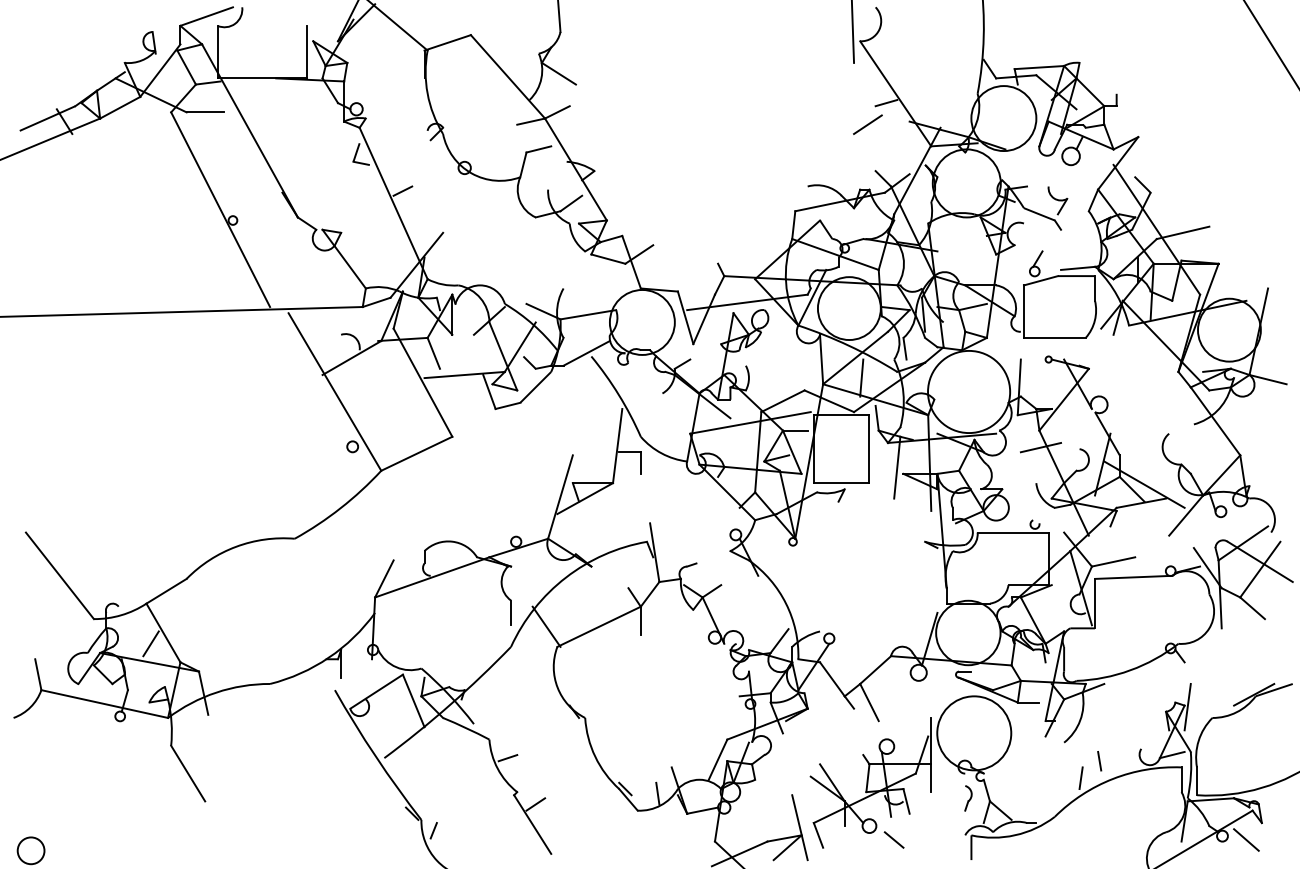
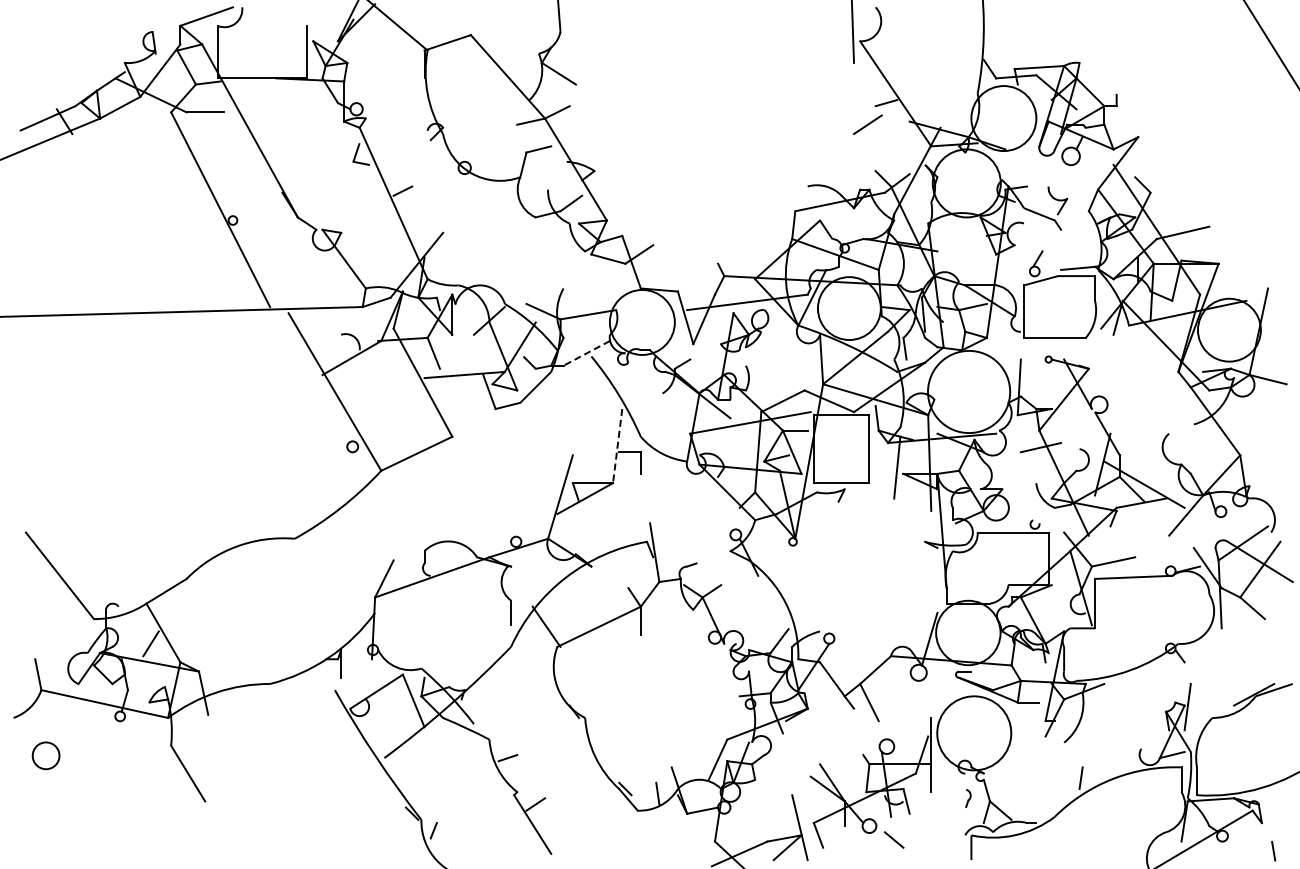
line at (586, 353): solid -> dashed
line at (861, 377): present -> none
line at (617, 446): solid -> dashed
line at (1099, 761) position: (1099, 761) -> (1273, 851)
part at (968, 798) size: 9x27 px -> 7x19 px
line at (1246, 839): present -> none
circle at (30, 850) position: (30, 850) -> (45, 755)
